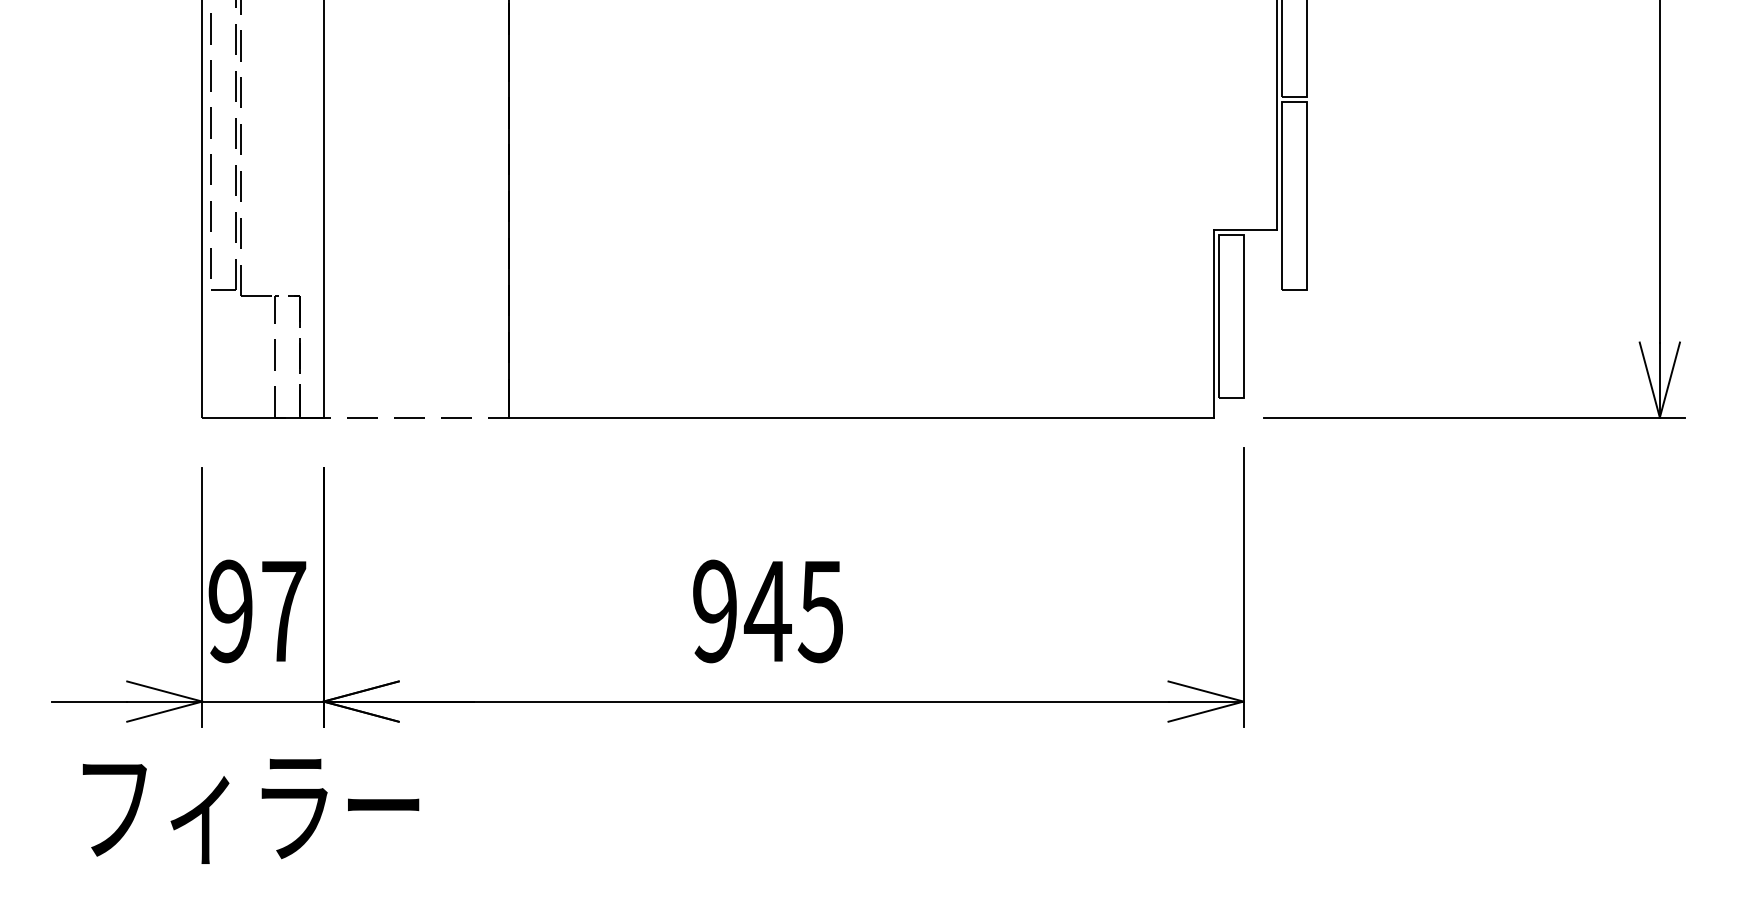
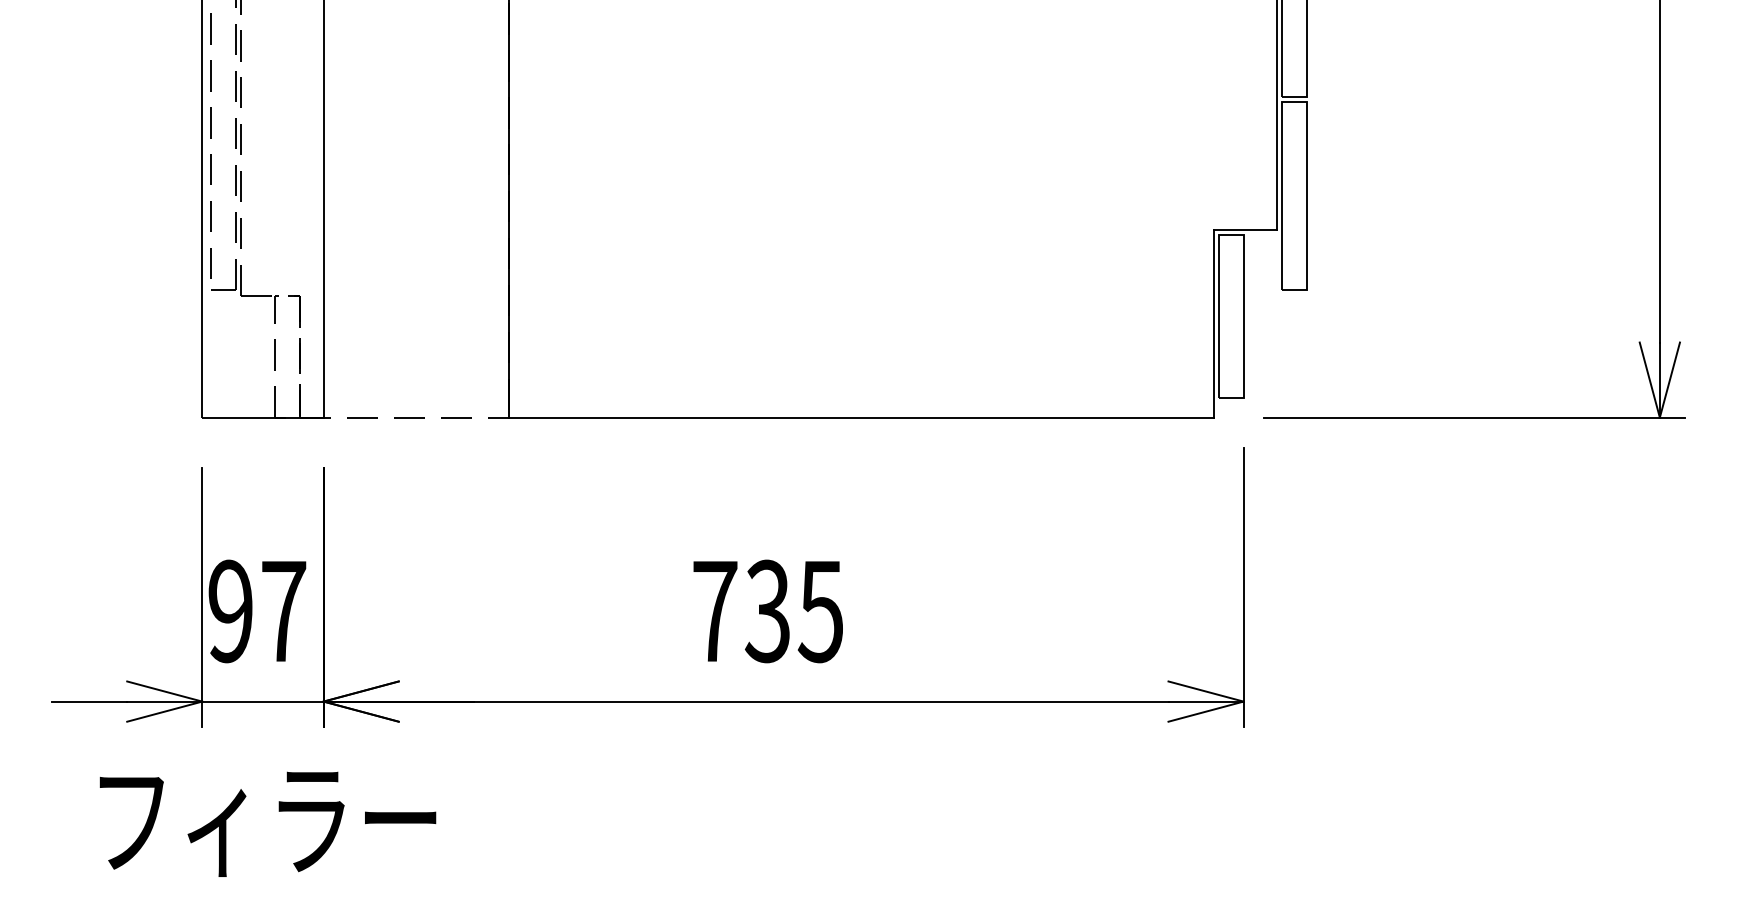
text at (742, 611): 945 -> 735
text at (250, 810) position: (250, 810) -> (267, 823)
